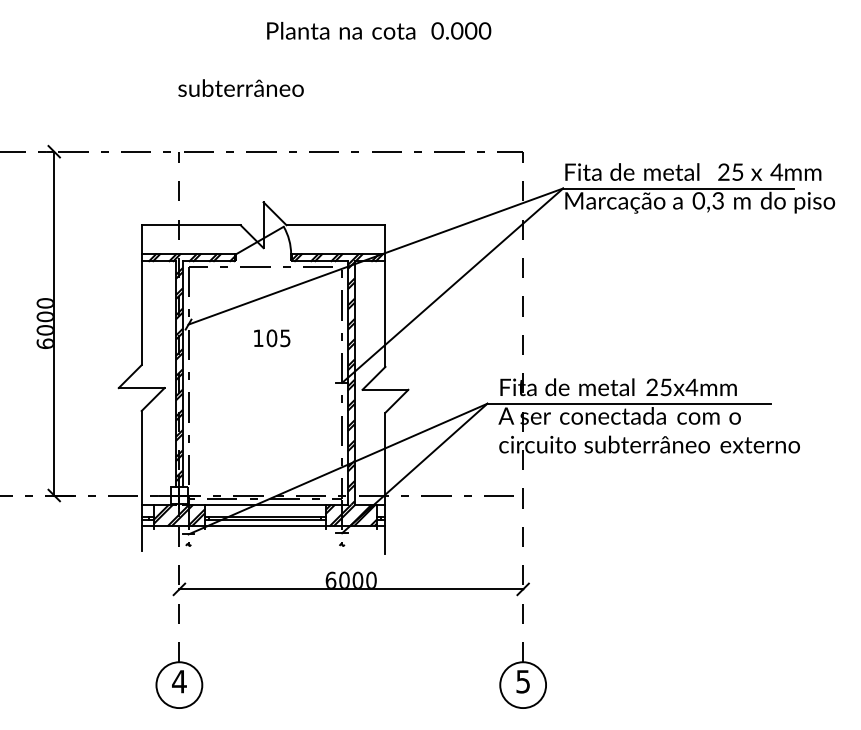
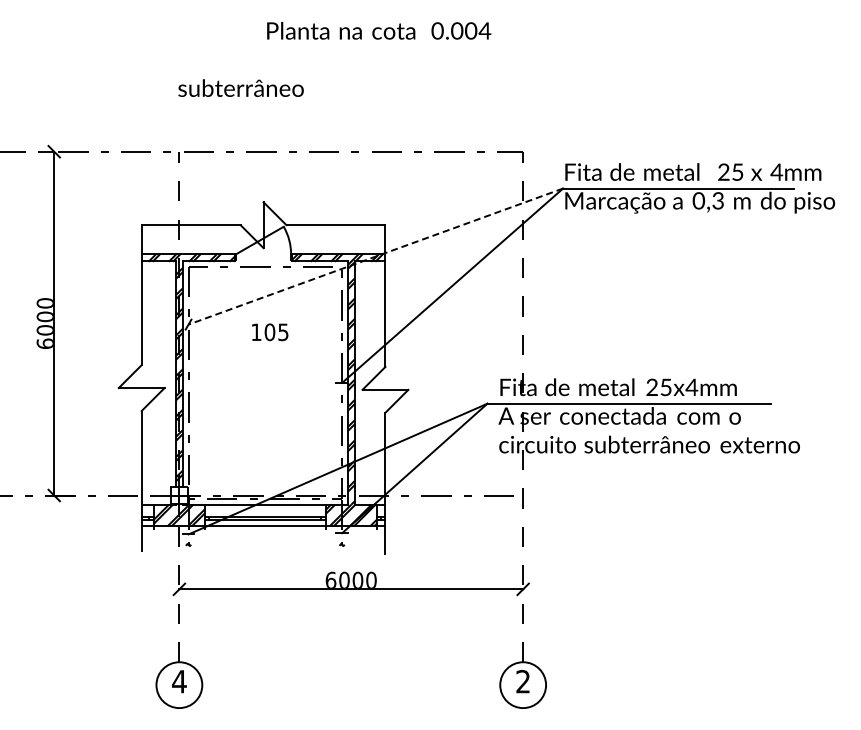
text at (484, 30): 0.000 -> 0.004
line at (375, 256): solid -> dashed
text at (272, 338) position: (272, 338) -> (270, 332)
text at (522, 681): 5 -> 2
